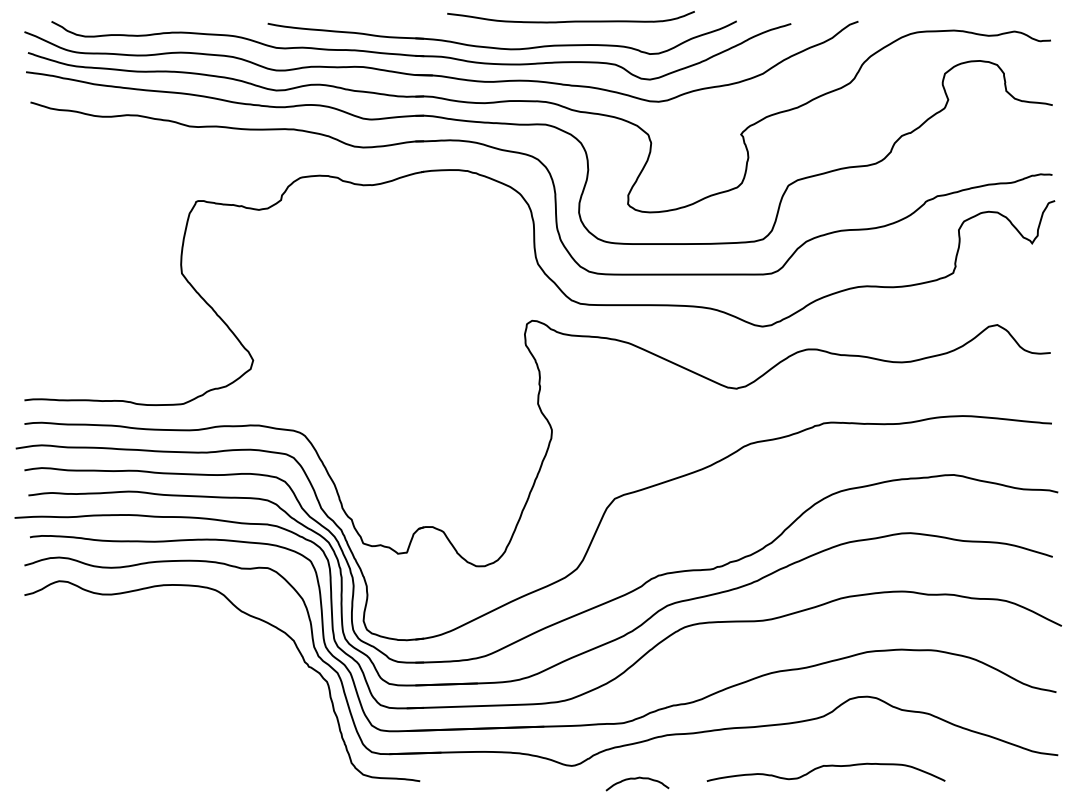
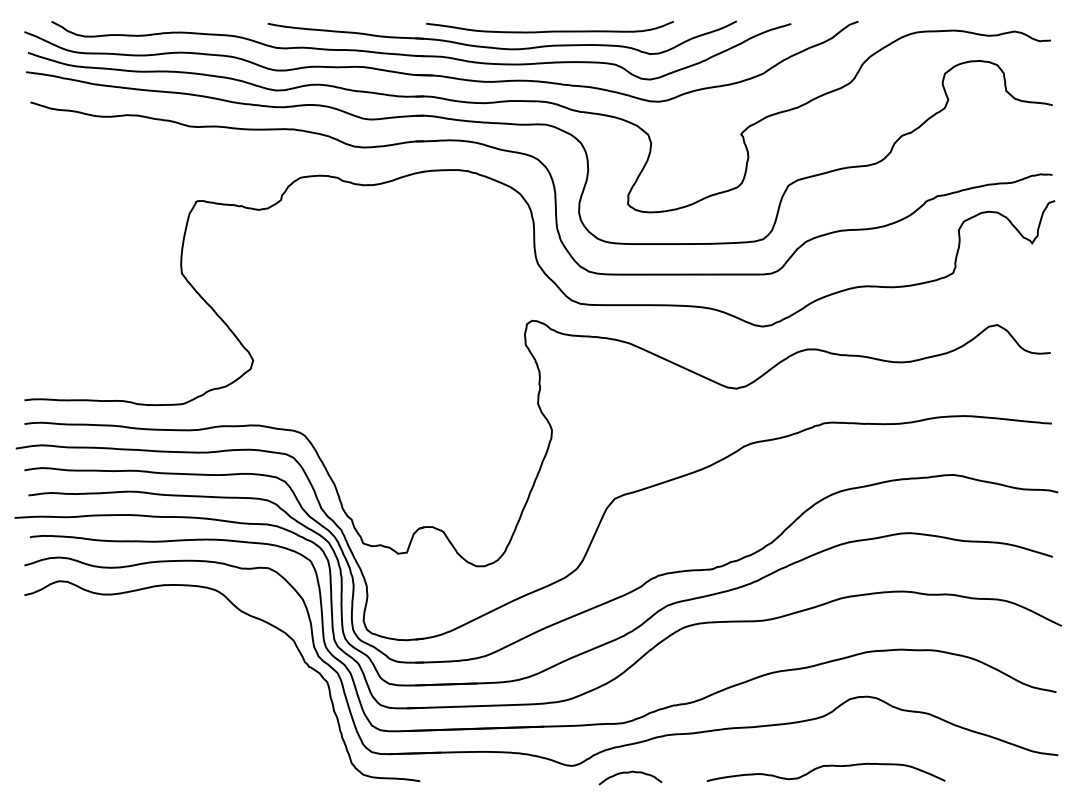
curve at (570, 20) position: (570, 20) -> (549, 30)
curve at (636, 779) position: (636, 779) -> (629, 773)
